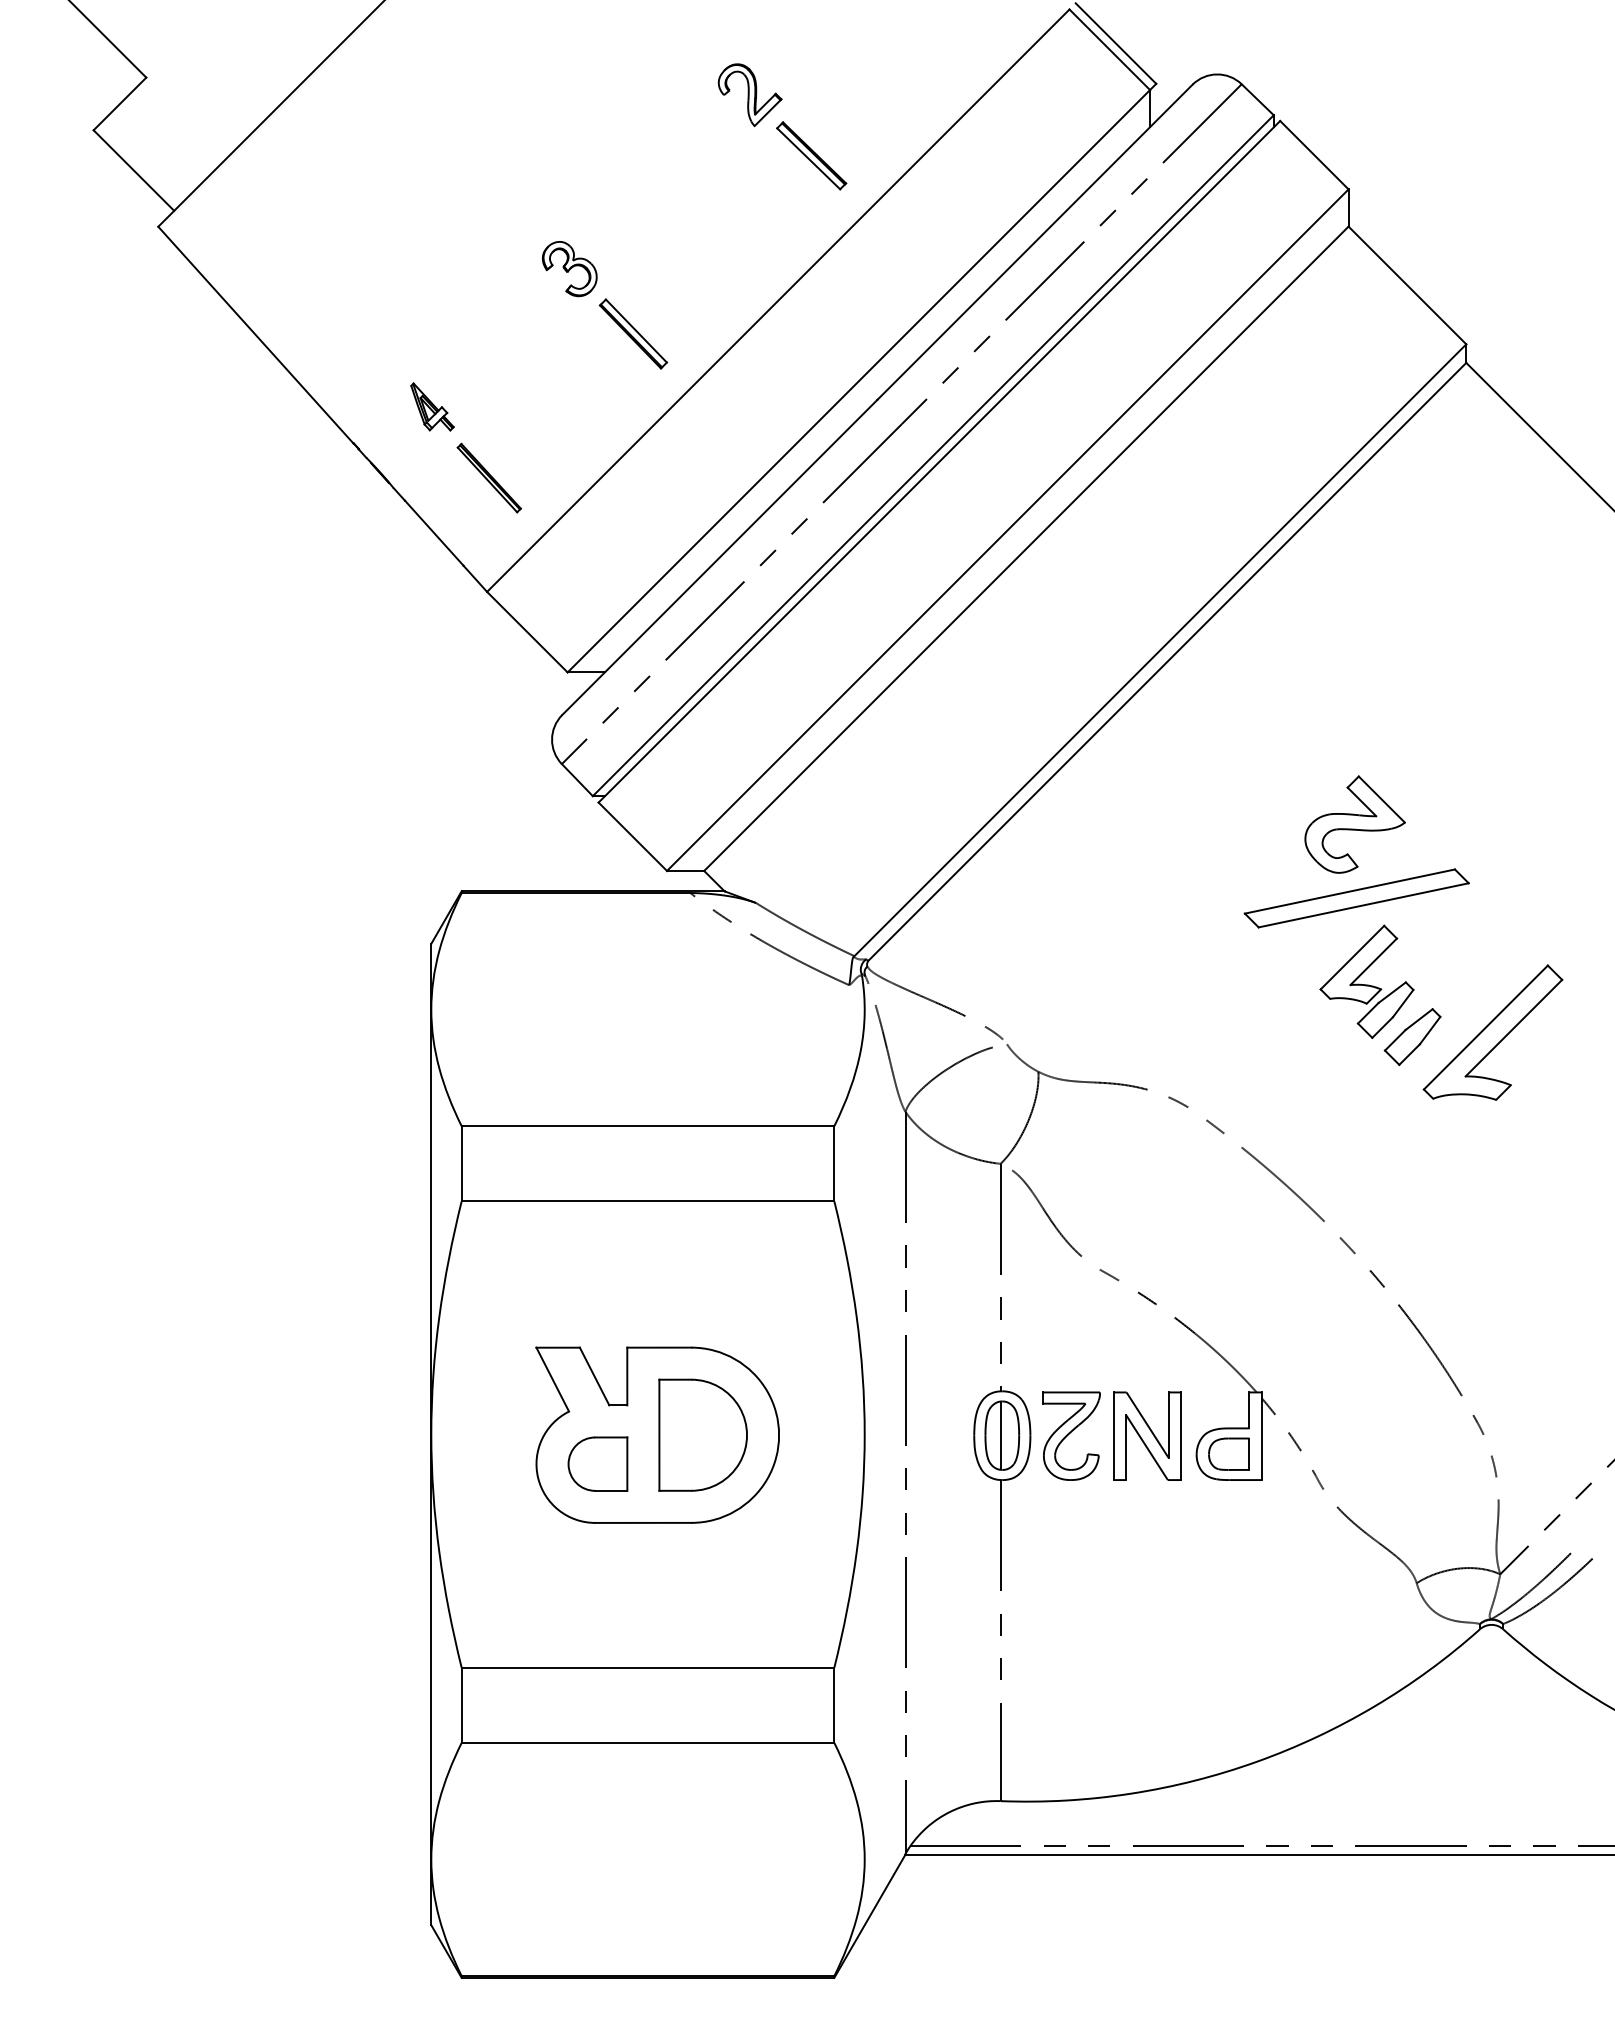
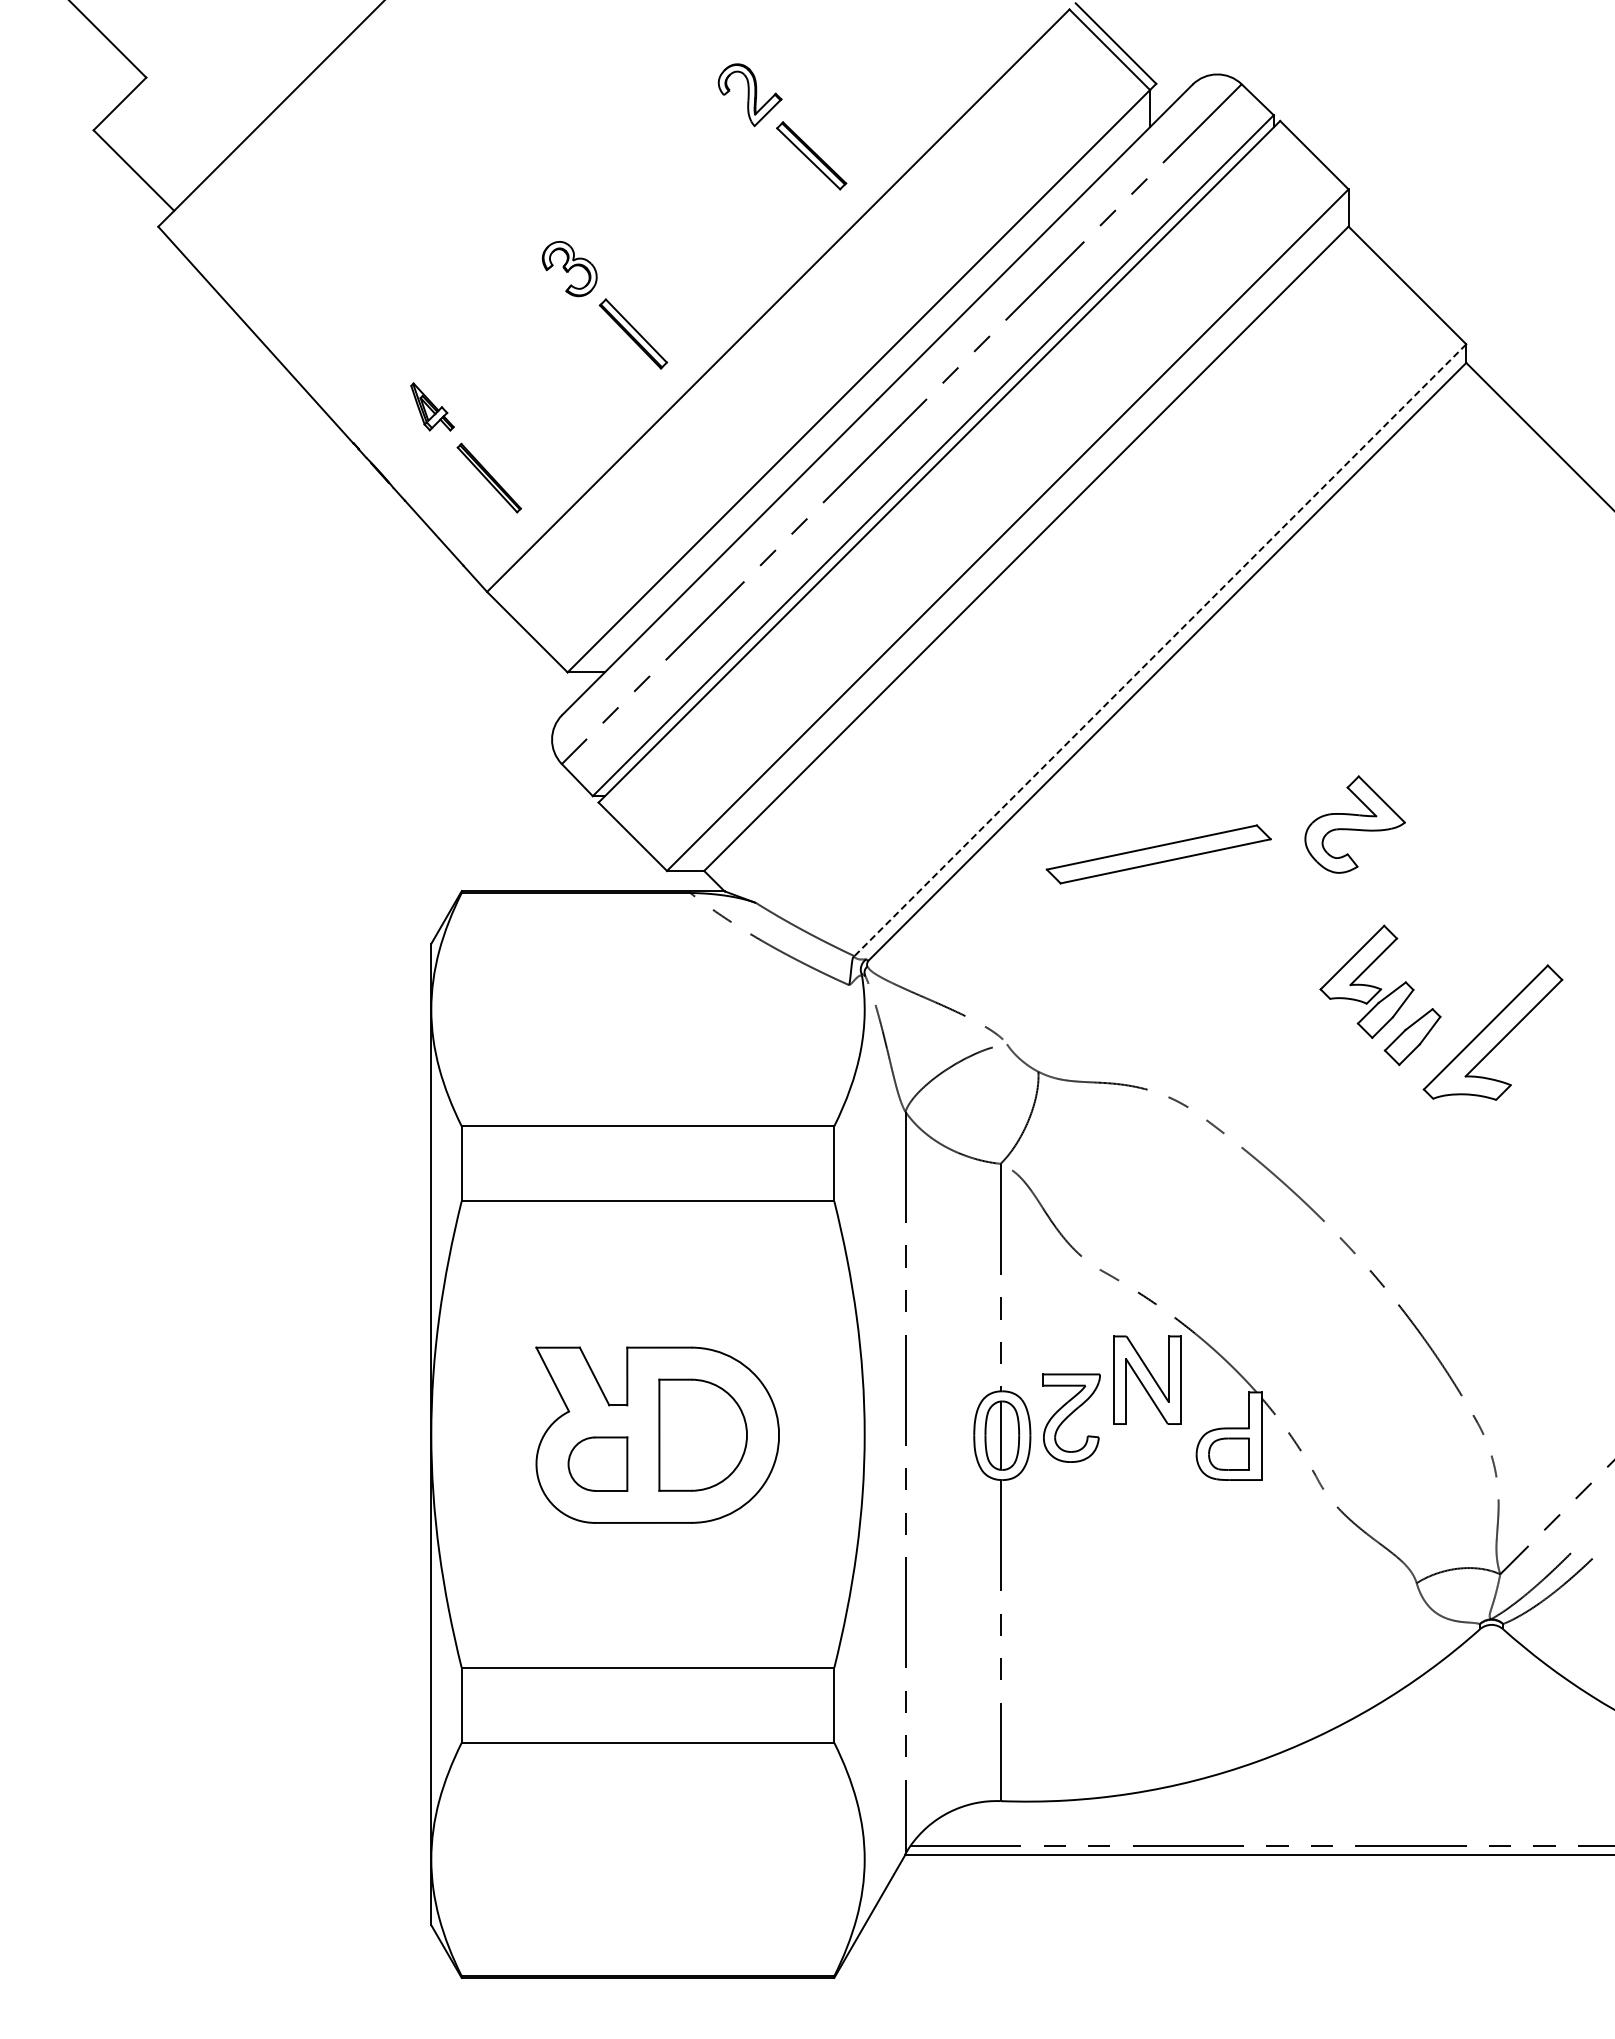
line at (1160, 650): solid -> dashed
part at (1356, 898) position: (1356, 898) -> (1158, 854)
part at (1071, 1435) position: (1071, 1435) -> (1071, 1417)
part at (1147, 1435) position: (1147, 1435) -> (1147, 1379)
